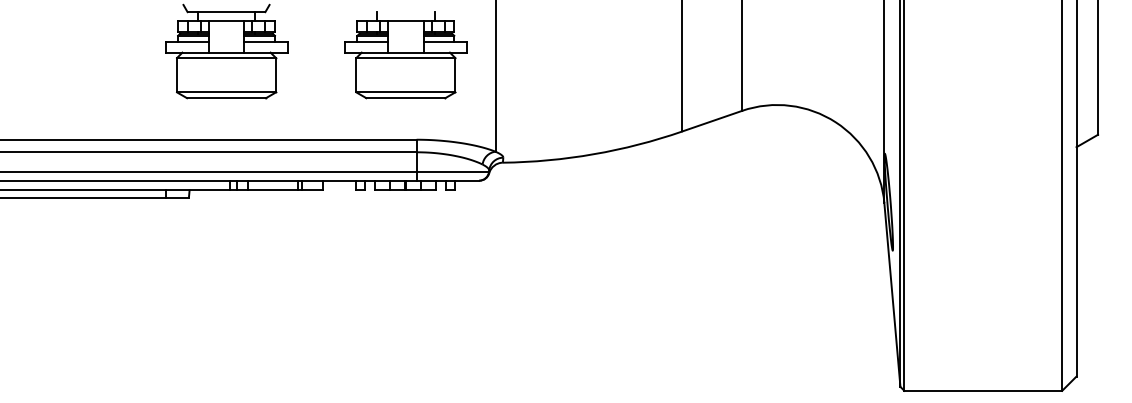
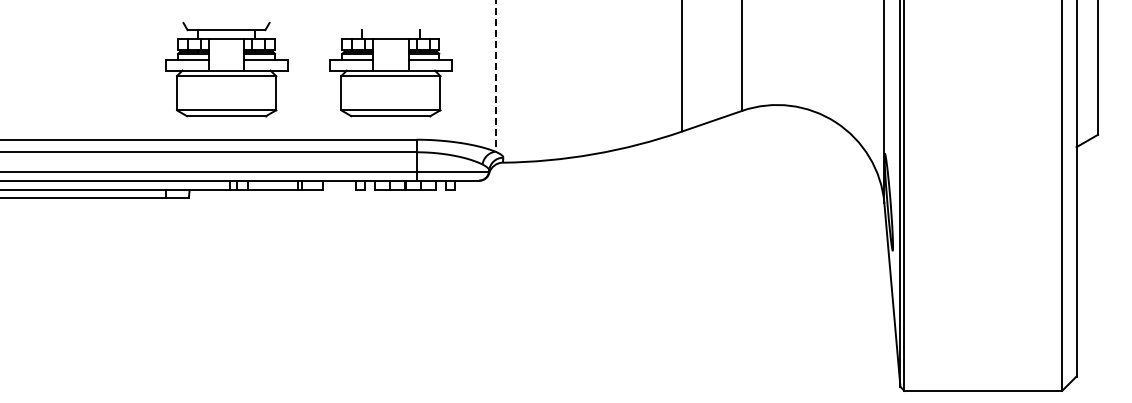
part at (226, 51) position: (226, 51) -> (226, 69)
part at (405, 55) position: (405, 55) -> (390, 73)
line at (495, 75): solid -> dashed
